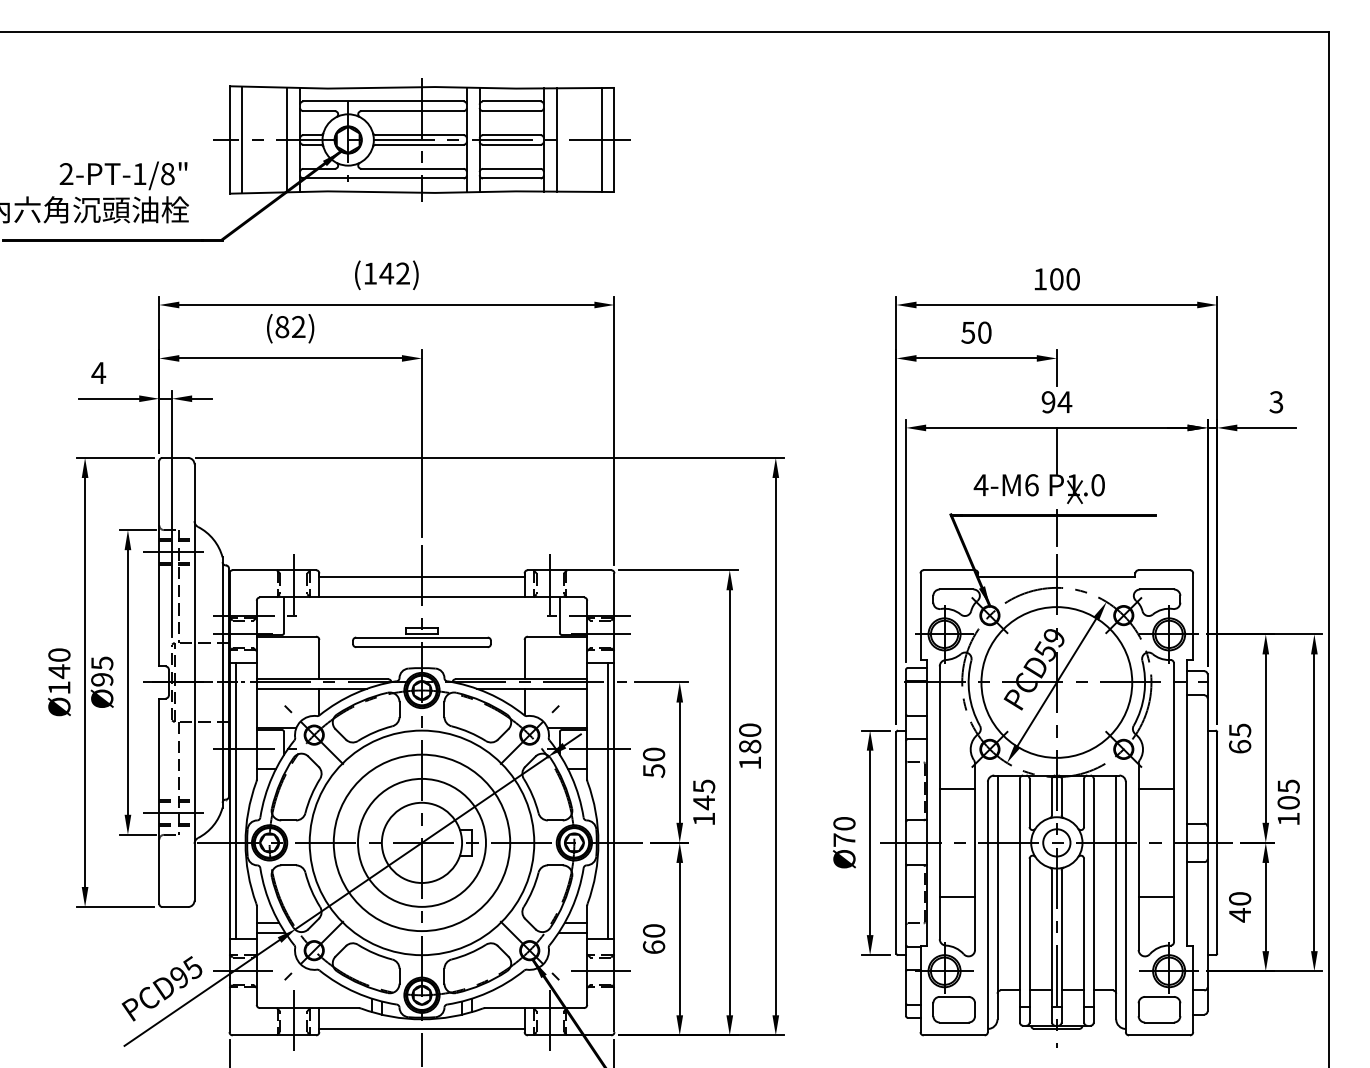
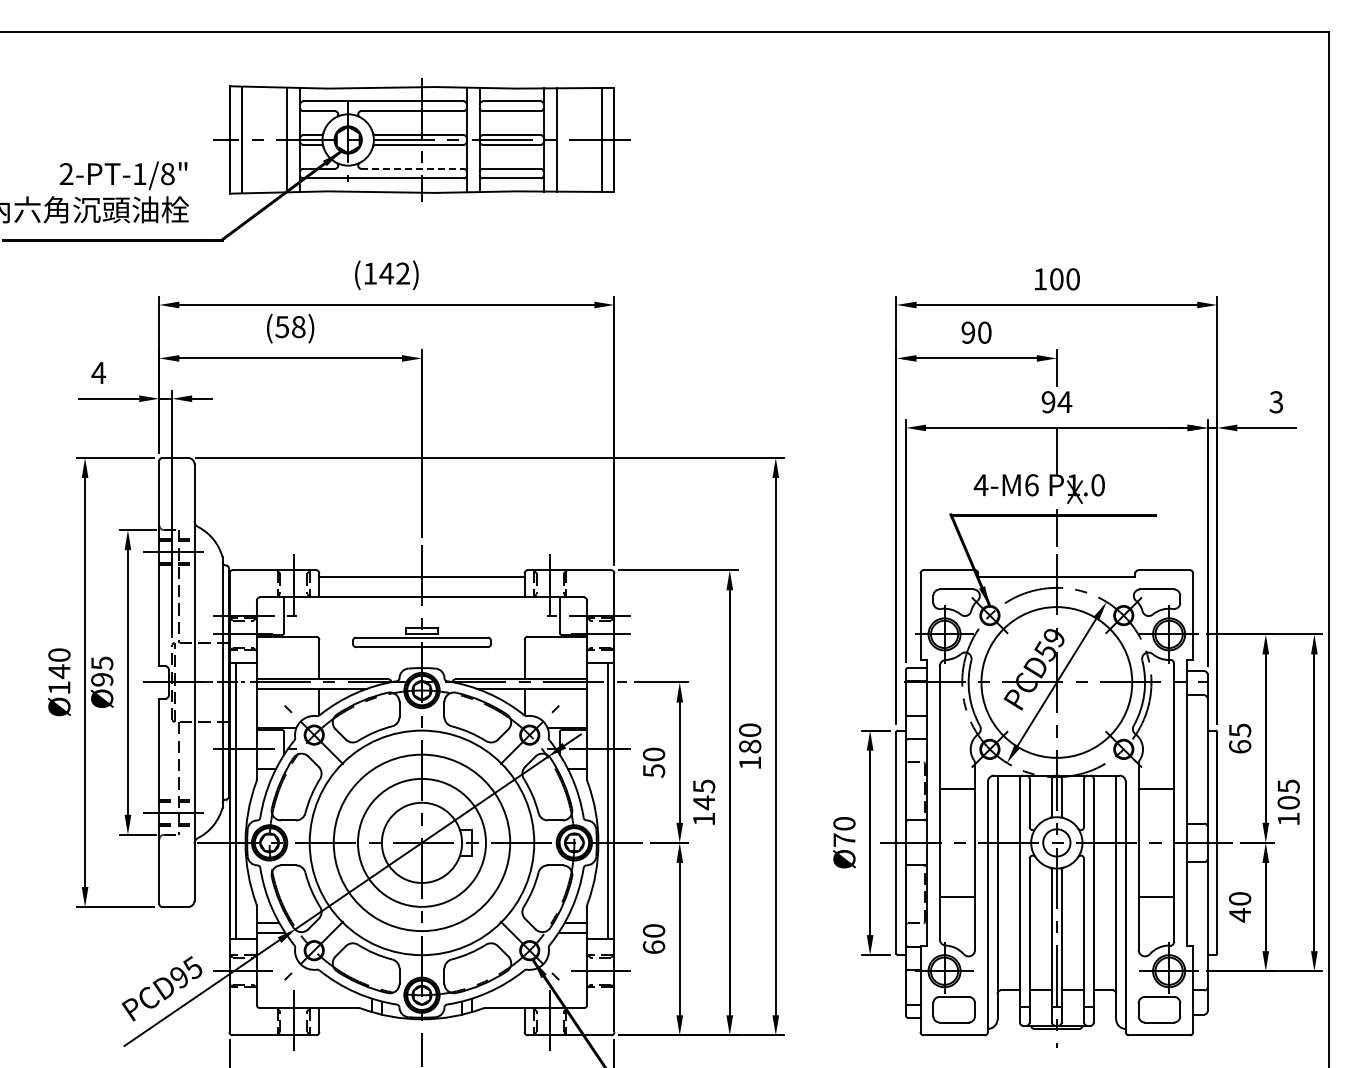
line at (413, 168): solid -> dashed
text at (290, 327): (82) -> (58)
text at (967, 332): 50 -> 90
line at (421, 1028): present -> none
